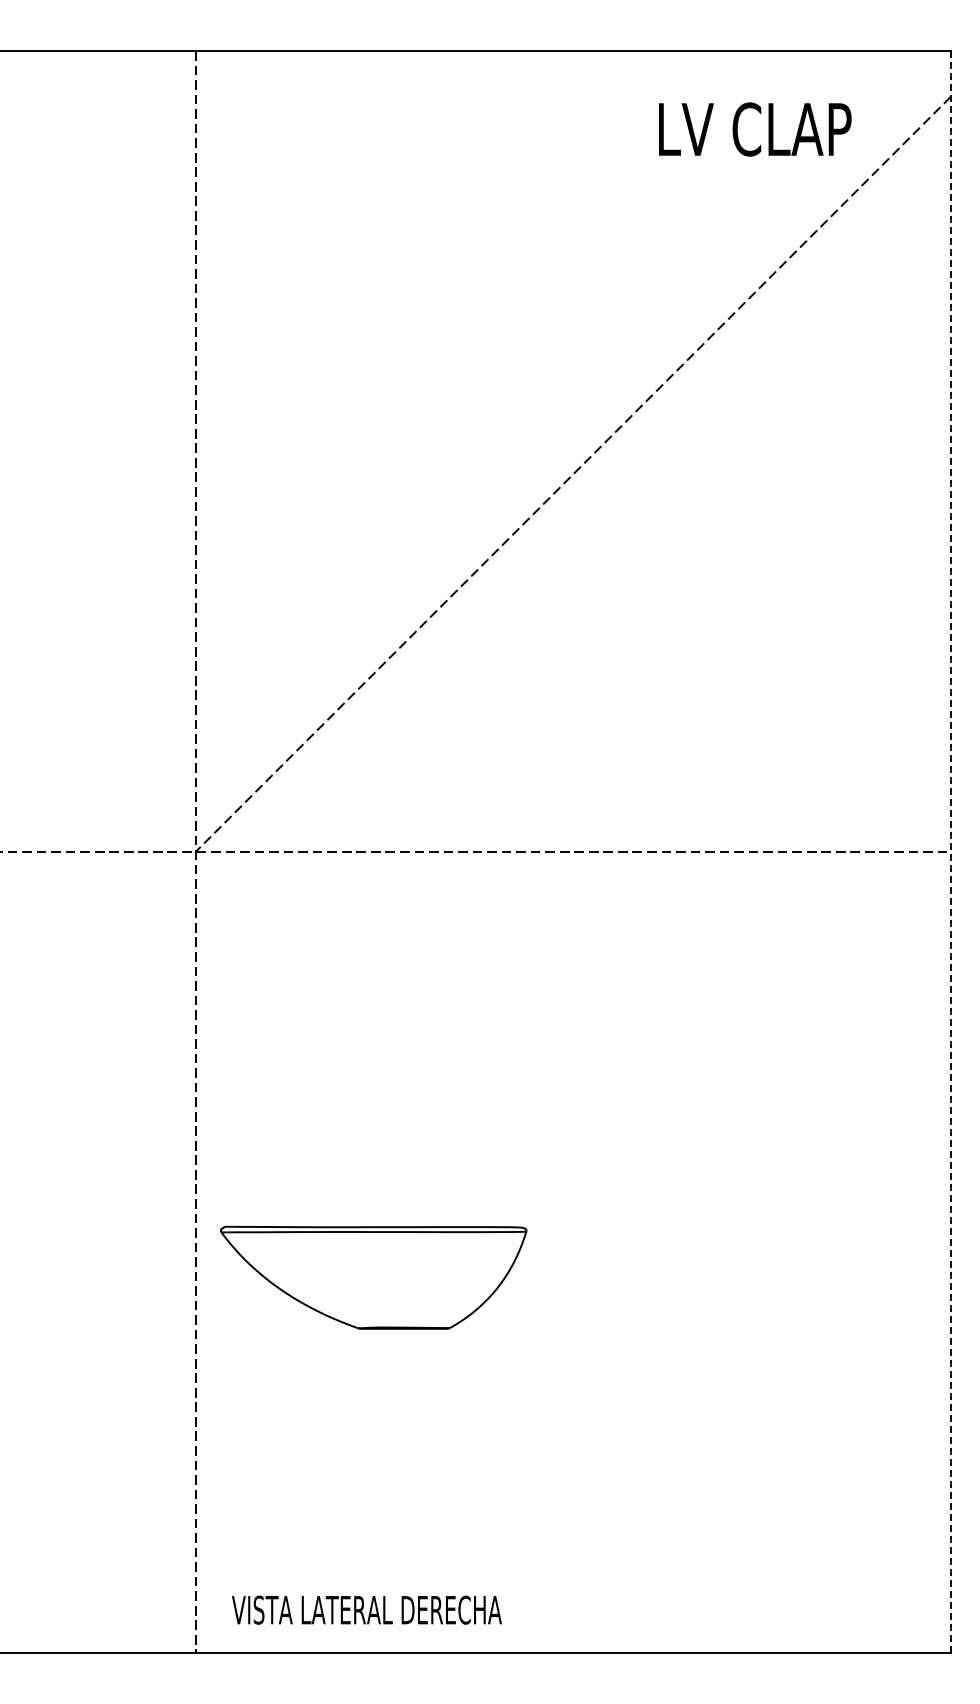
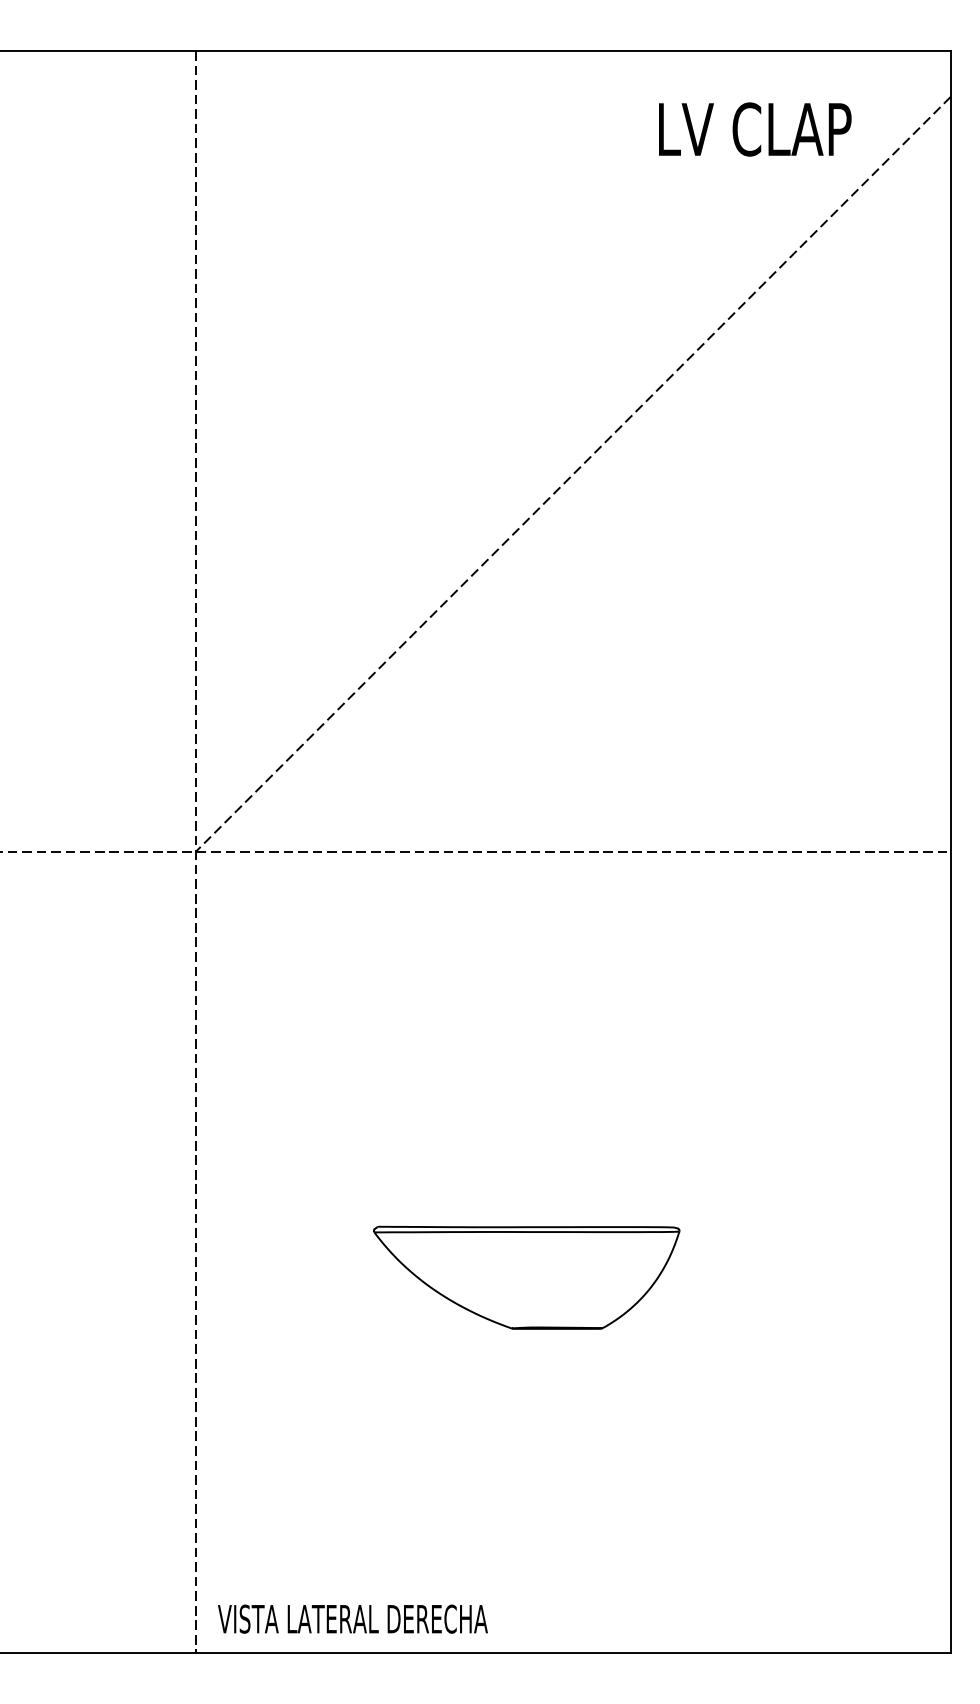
line at (950, 852): dashed -> solid
part at (373, 1277) position: (373, 1277) -> (526, 1277)
text at (366, 1609) position: (366, 1609) -> (352, 1618)
